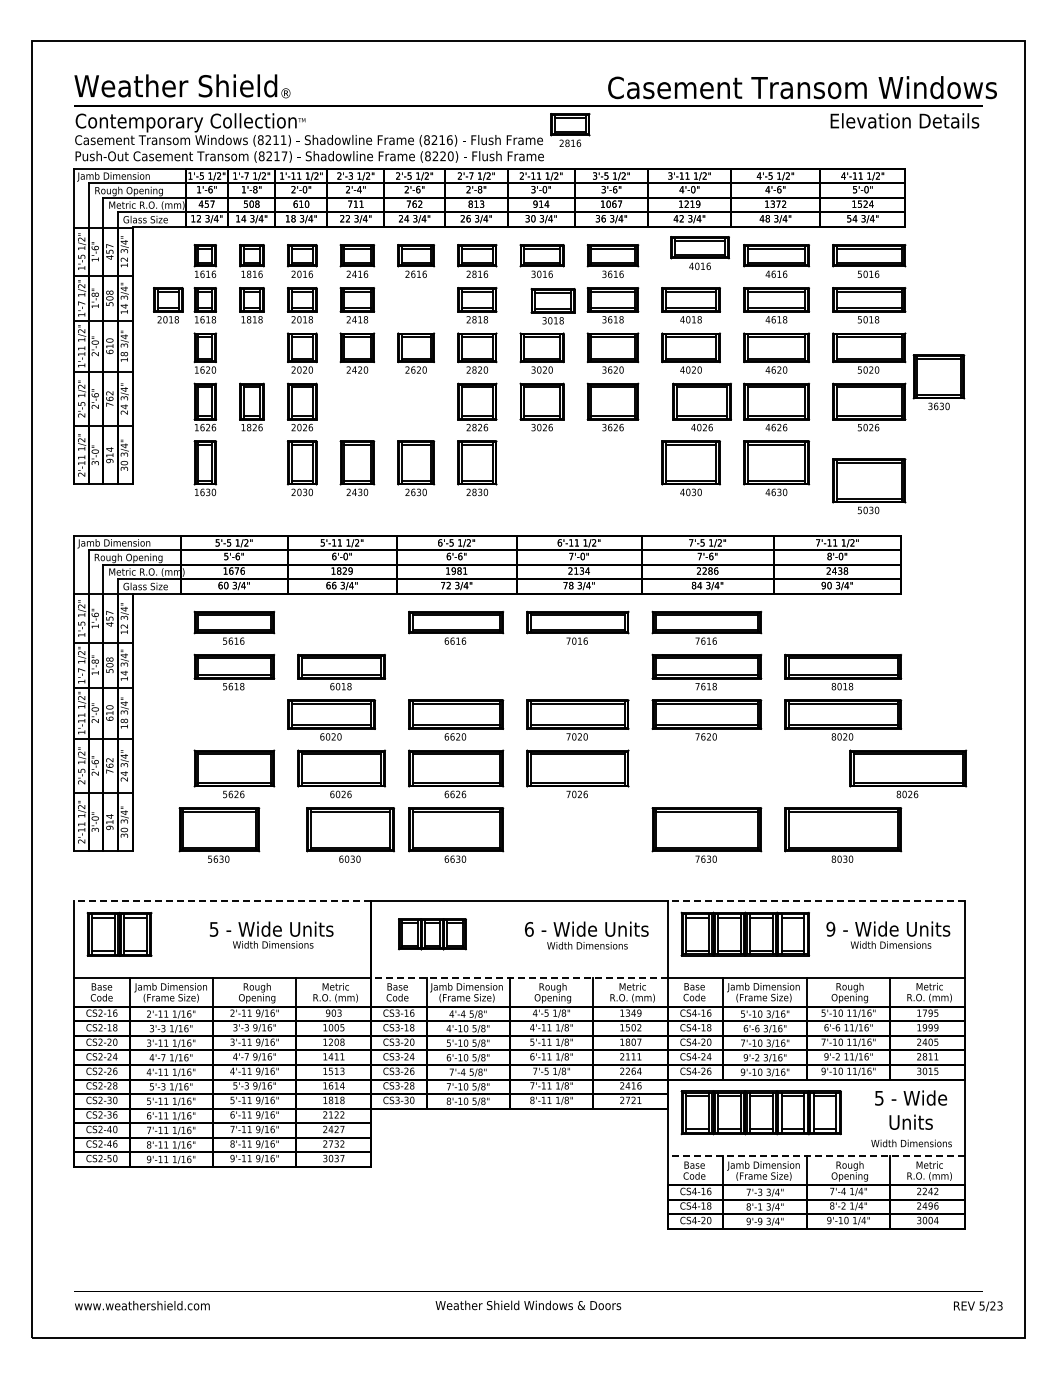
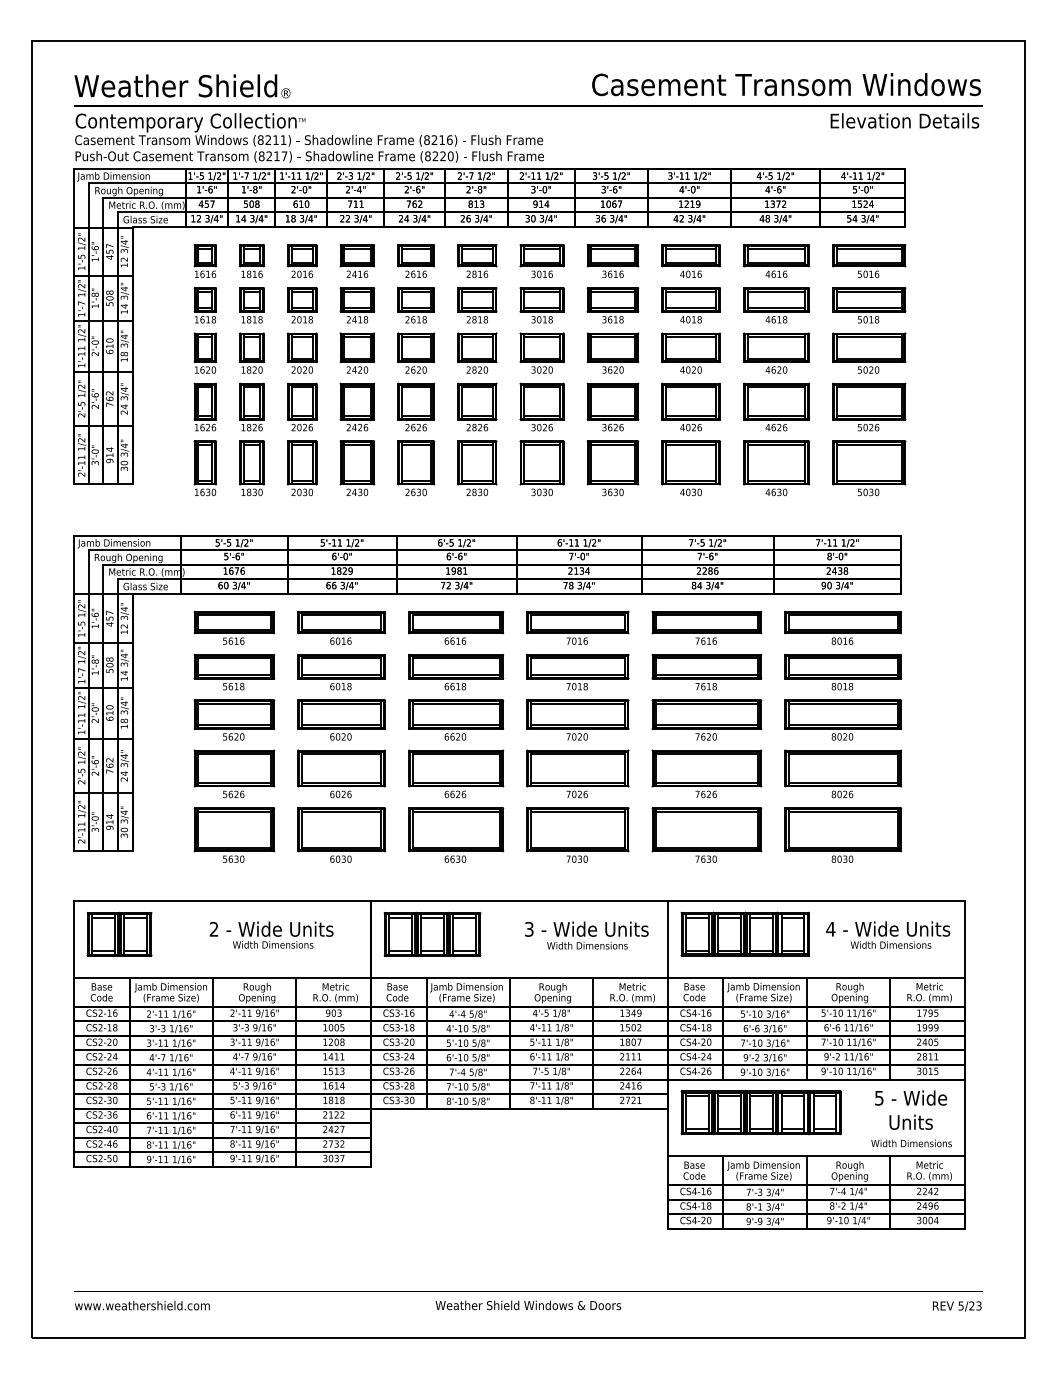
text at (802, 87) position: (802, 87) -> (786, 84)
part at (570, 129): present -> none
part at (699, 252) position: (699, 252) -> (690, 260)
part at (168, 305): present -> none
part at (416, 305): none -> present
part at (552, 306) position: (552, 306) -> (541, 305)
part at (251, 352): none -> present
part at (938, 382) position: (938, 382) -> (612, 468)
part at (357, 406): none -> present
part at (416, 406): none -> present
part at (701, 406) position: (701, 406) -> (690, 406)
part at (251, 468): none -> present
part at (541, 468): none -> present
part at (869, 486) position: (869, 486) -> (869, 468)
part at (341, 627): none -> present
part at (843, 627): none -> present
part at (456, 671): none -> present
part at (577, 671): none -> present
part at (234, 719): none -> present
part at (331, 719) position: (331, 719) -> (341, 719)
part at (706, 773): none -> present
part at (908, 773) position: (908, 773) -> (843, 773)
part at (219, 834) position: (219, 834) -> (234, 834)
part at (350, 834) position: (350, 834) -> (341, 834)
part at (577, 834): none -> present
line at (222, 901): dashed -> solid
line at (816, 901): dashed -> solid
text at (830, 928): 9 -> 4
text at (213, 929): 5 -> 2
text at (529, 929): 6 -> 3
part at (432, 934) size: 69x33 px -> 99x46 px
line at (519, 977): dashed -> solid
line at (816, 1156): dashed -> solid
text at (978, 1306) position: (978, 1306) -> (957, 1306)
